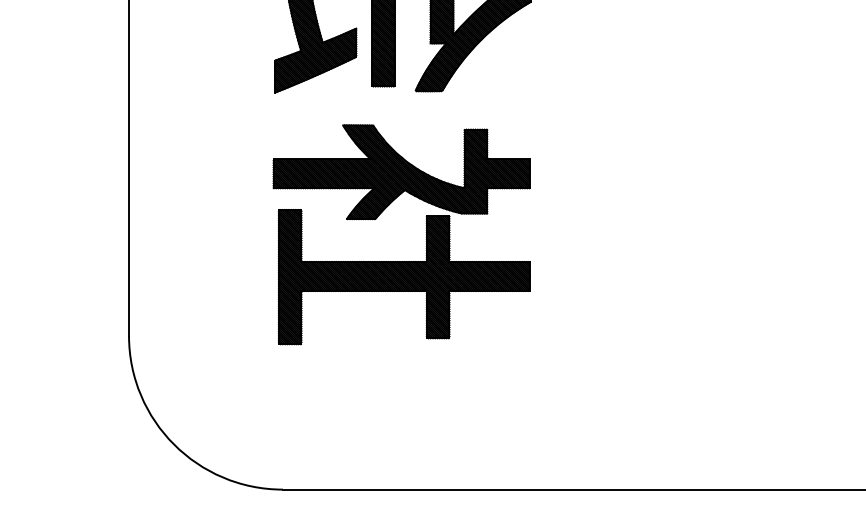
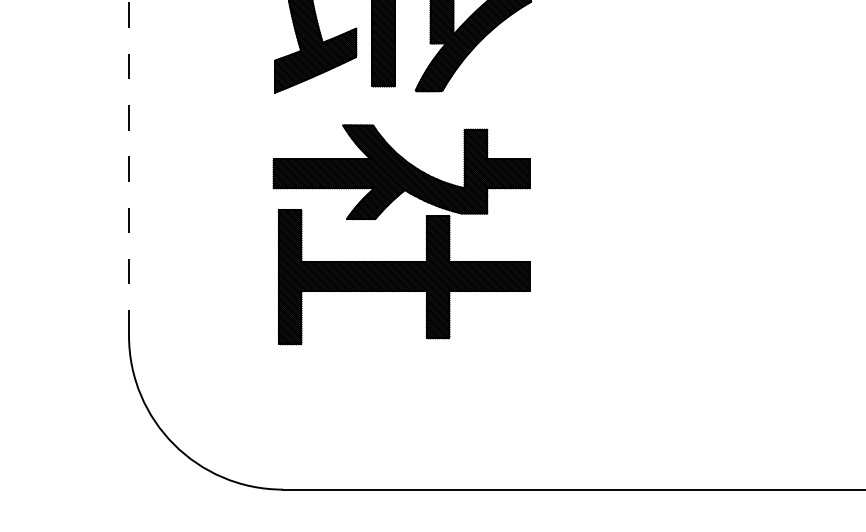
line at (129, 167): solid -> dashed
